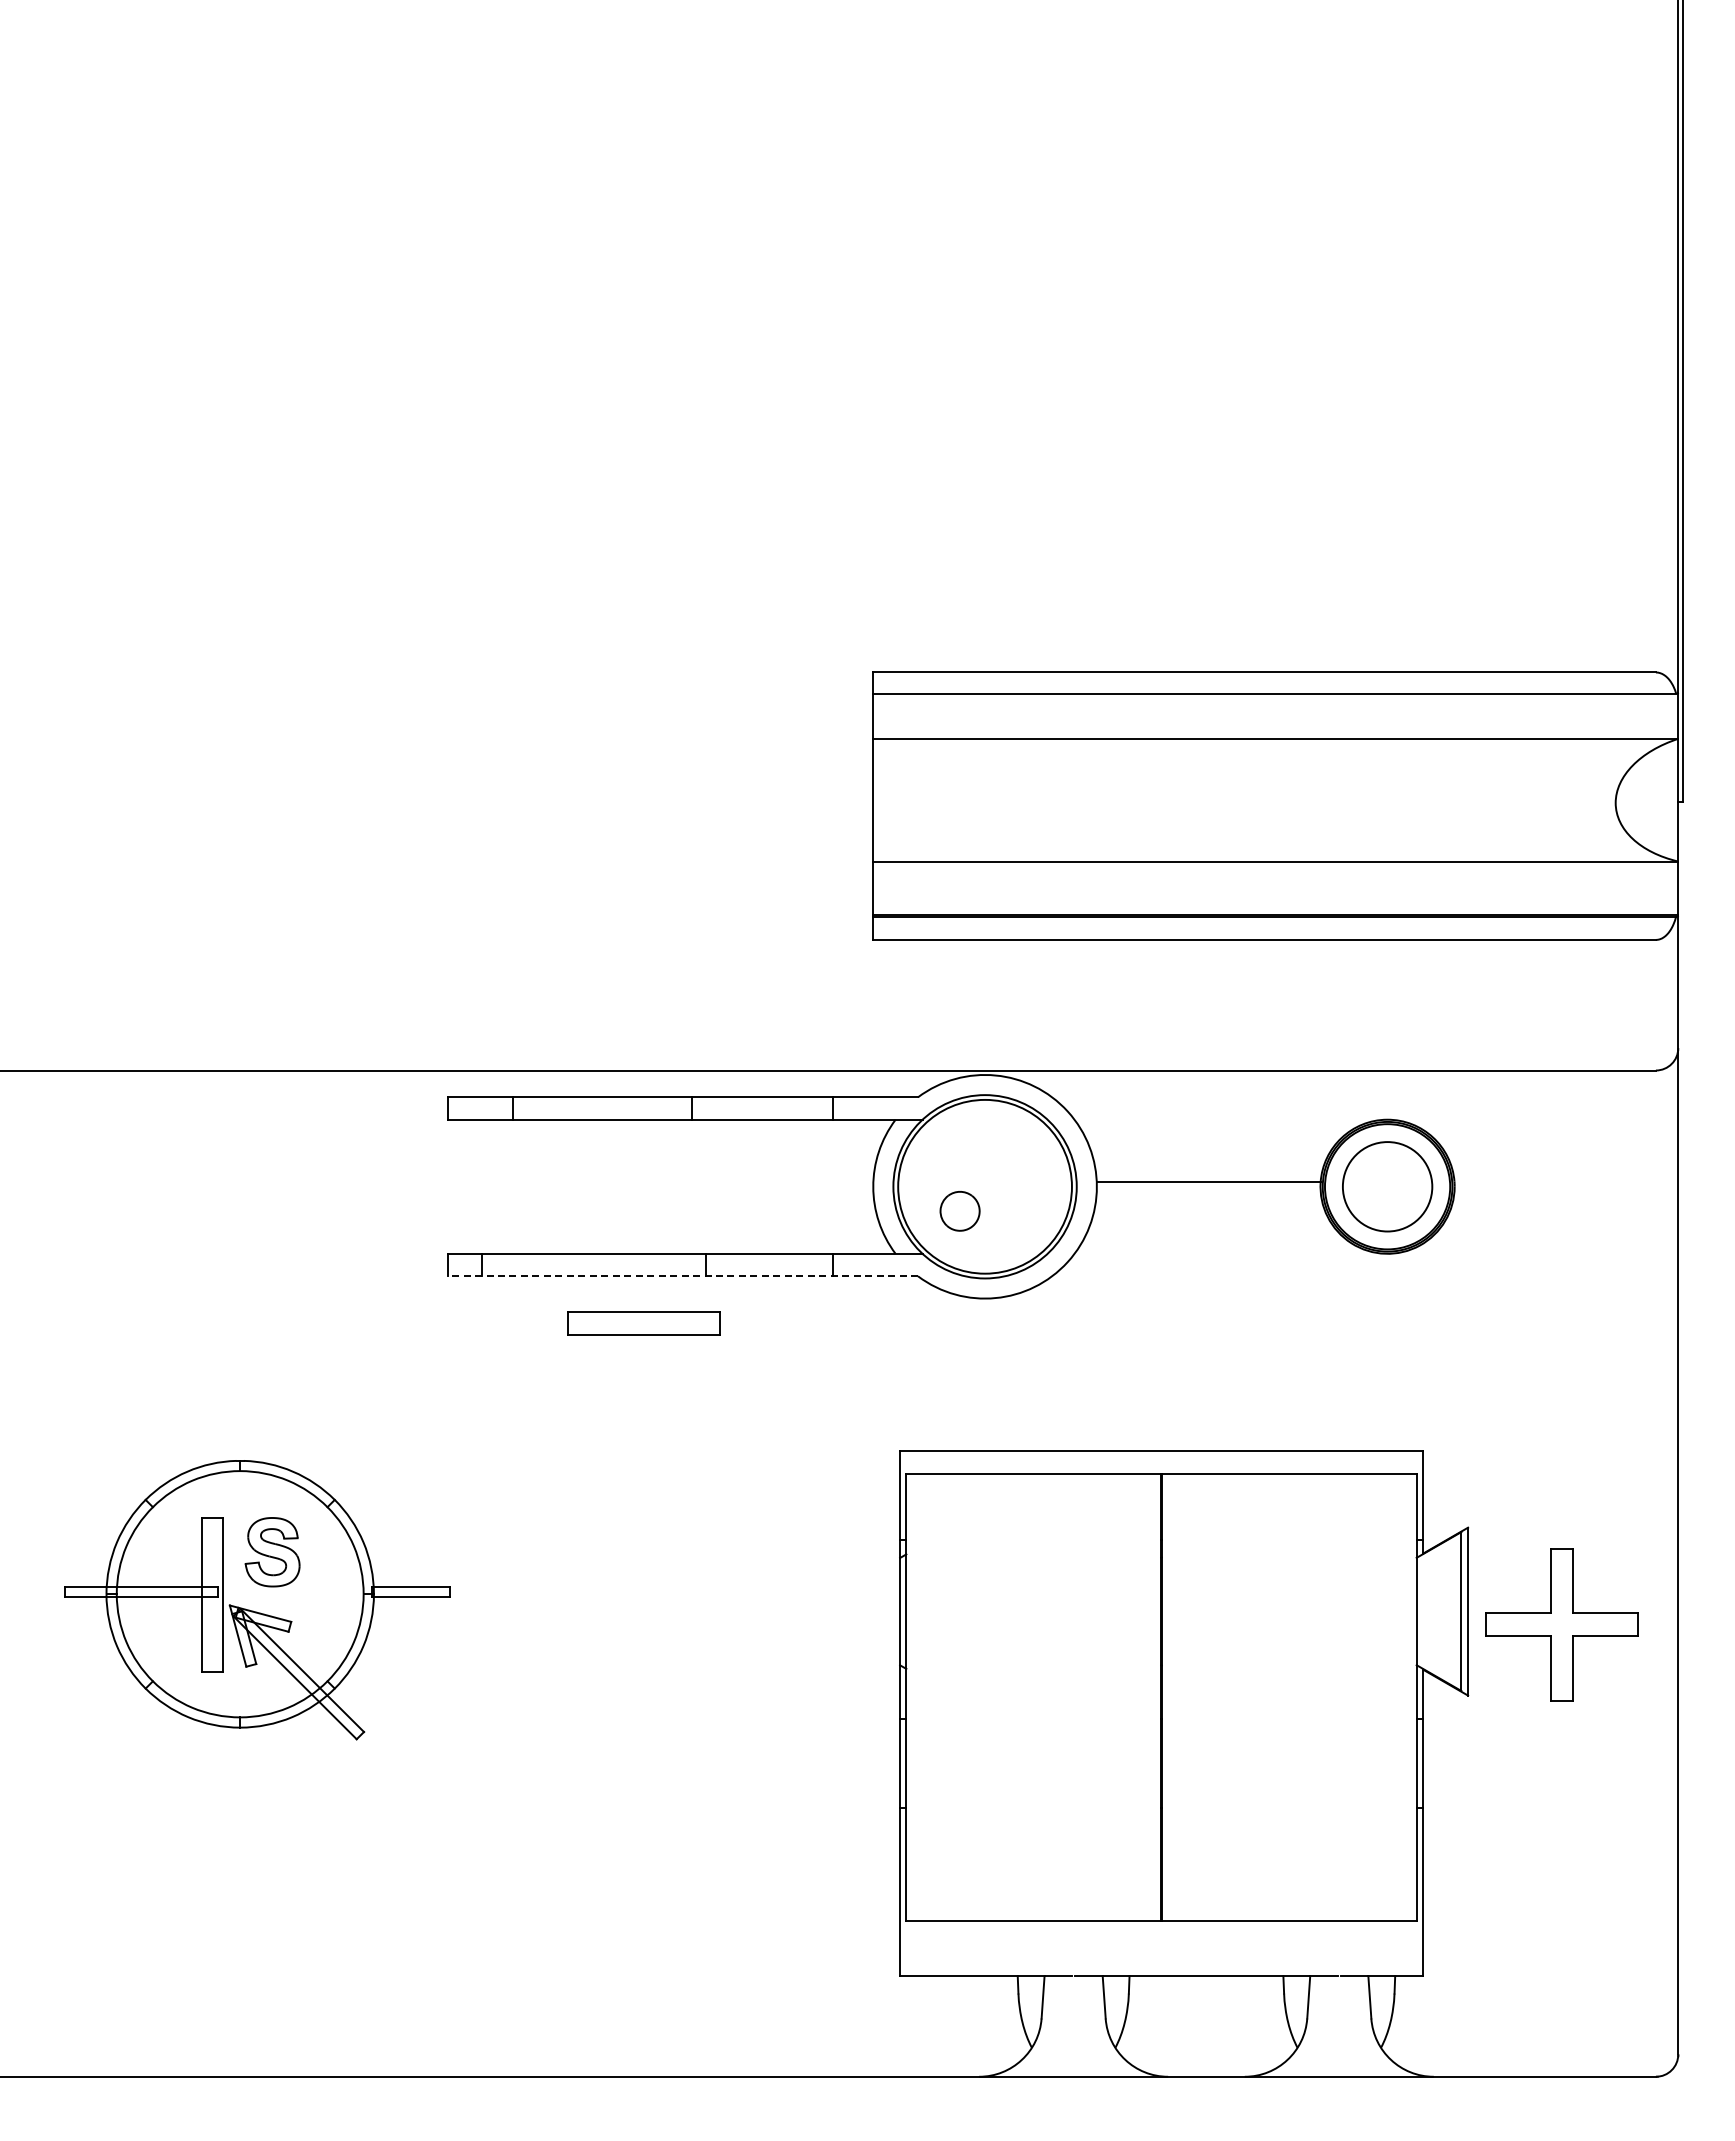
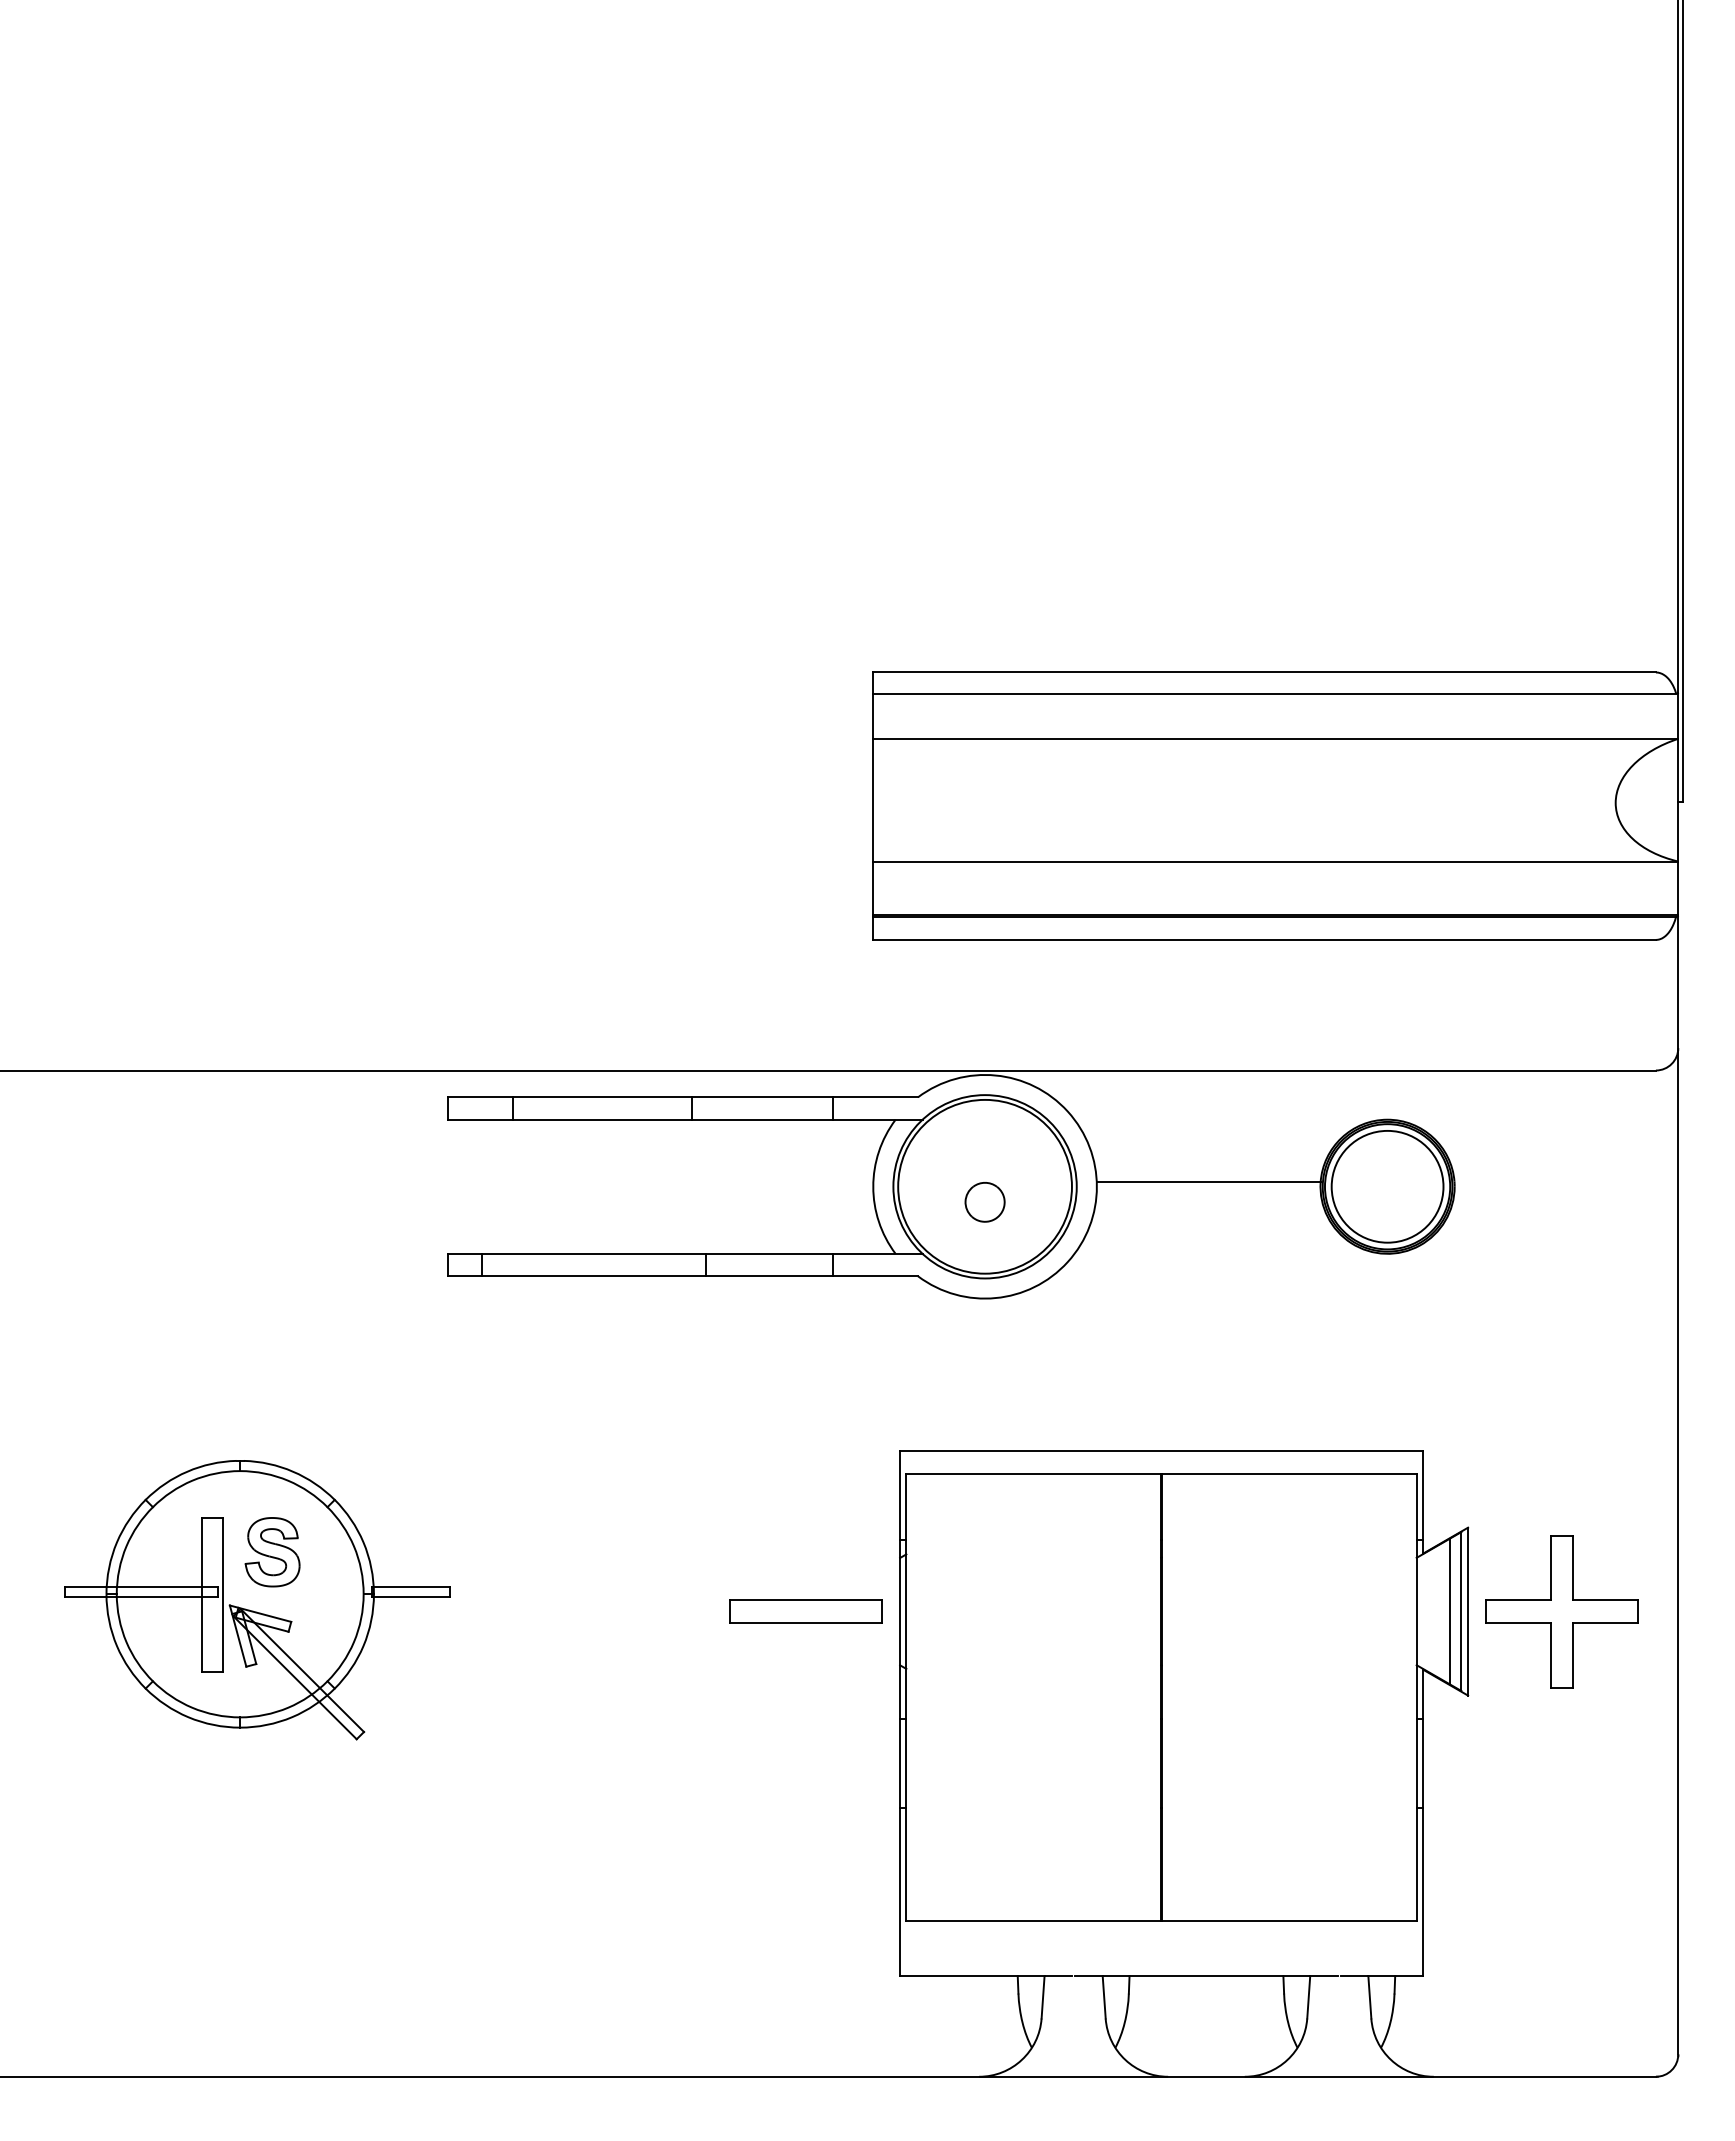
circle at (1387, 1186) diameter: 89 px -> 112 px
part at (959, 1211) position: (959, 1211) -> (984, 1202)
line at (683, 1276): dashed -> solid
part at (643, 1323) position: (643, 1323) -> (805, 1611)
line at (1450, 1611): none -> present
part at (1561, 1624) position: (1561, 1624) -> (1561, 1611)
